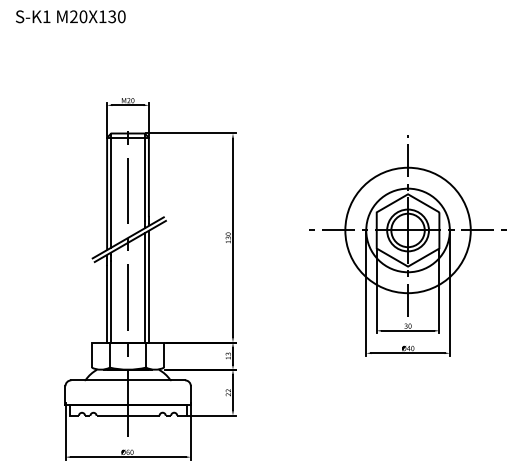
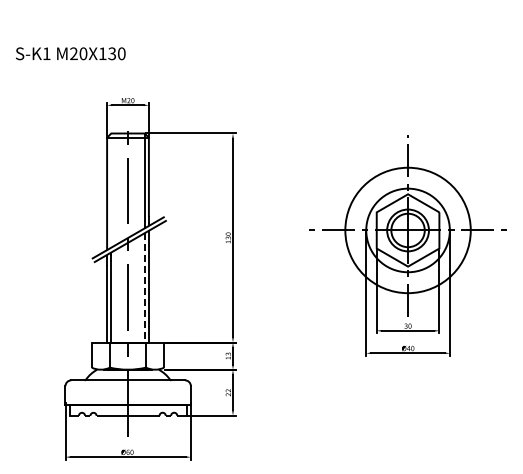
text at (70, 16) position: (70, 16) -> (70, 53)
line at (111, 190): present -> none
line at (144, 287): solid -> dashed
